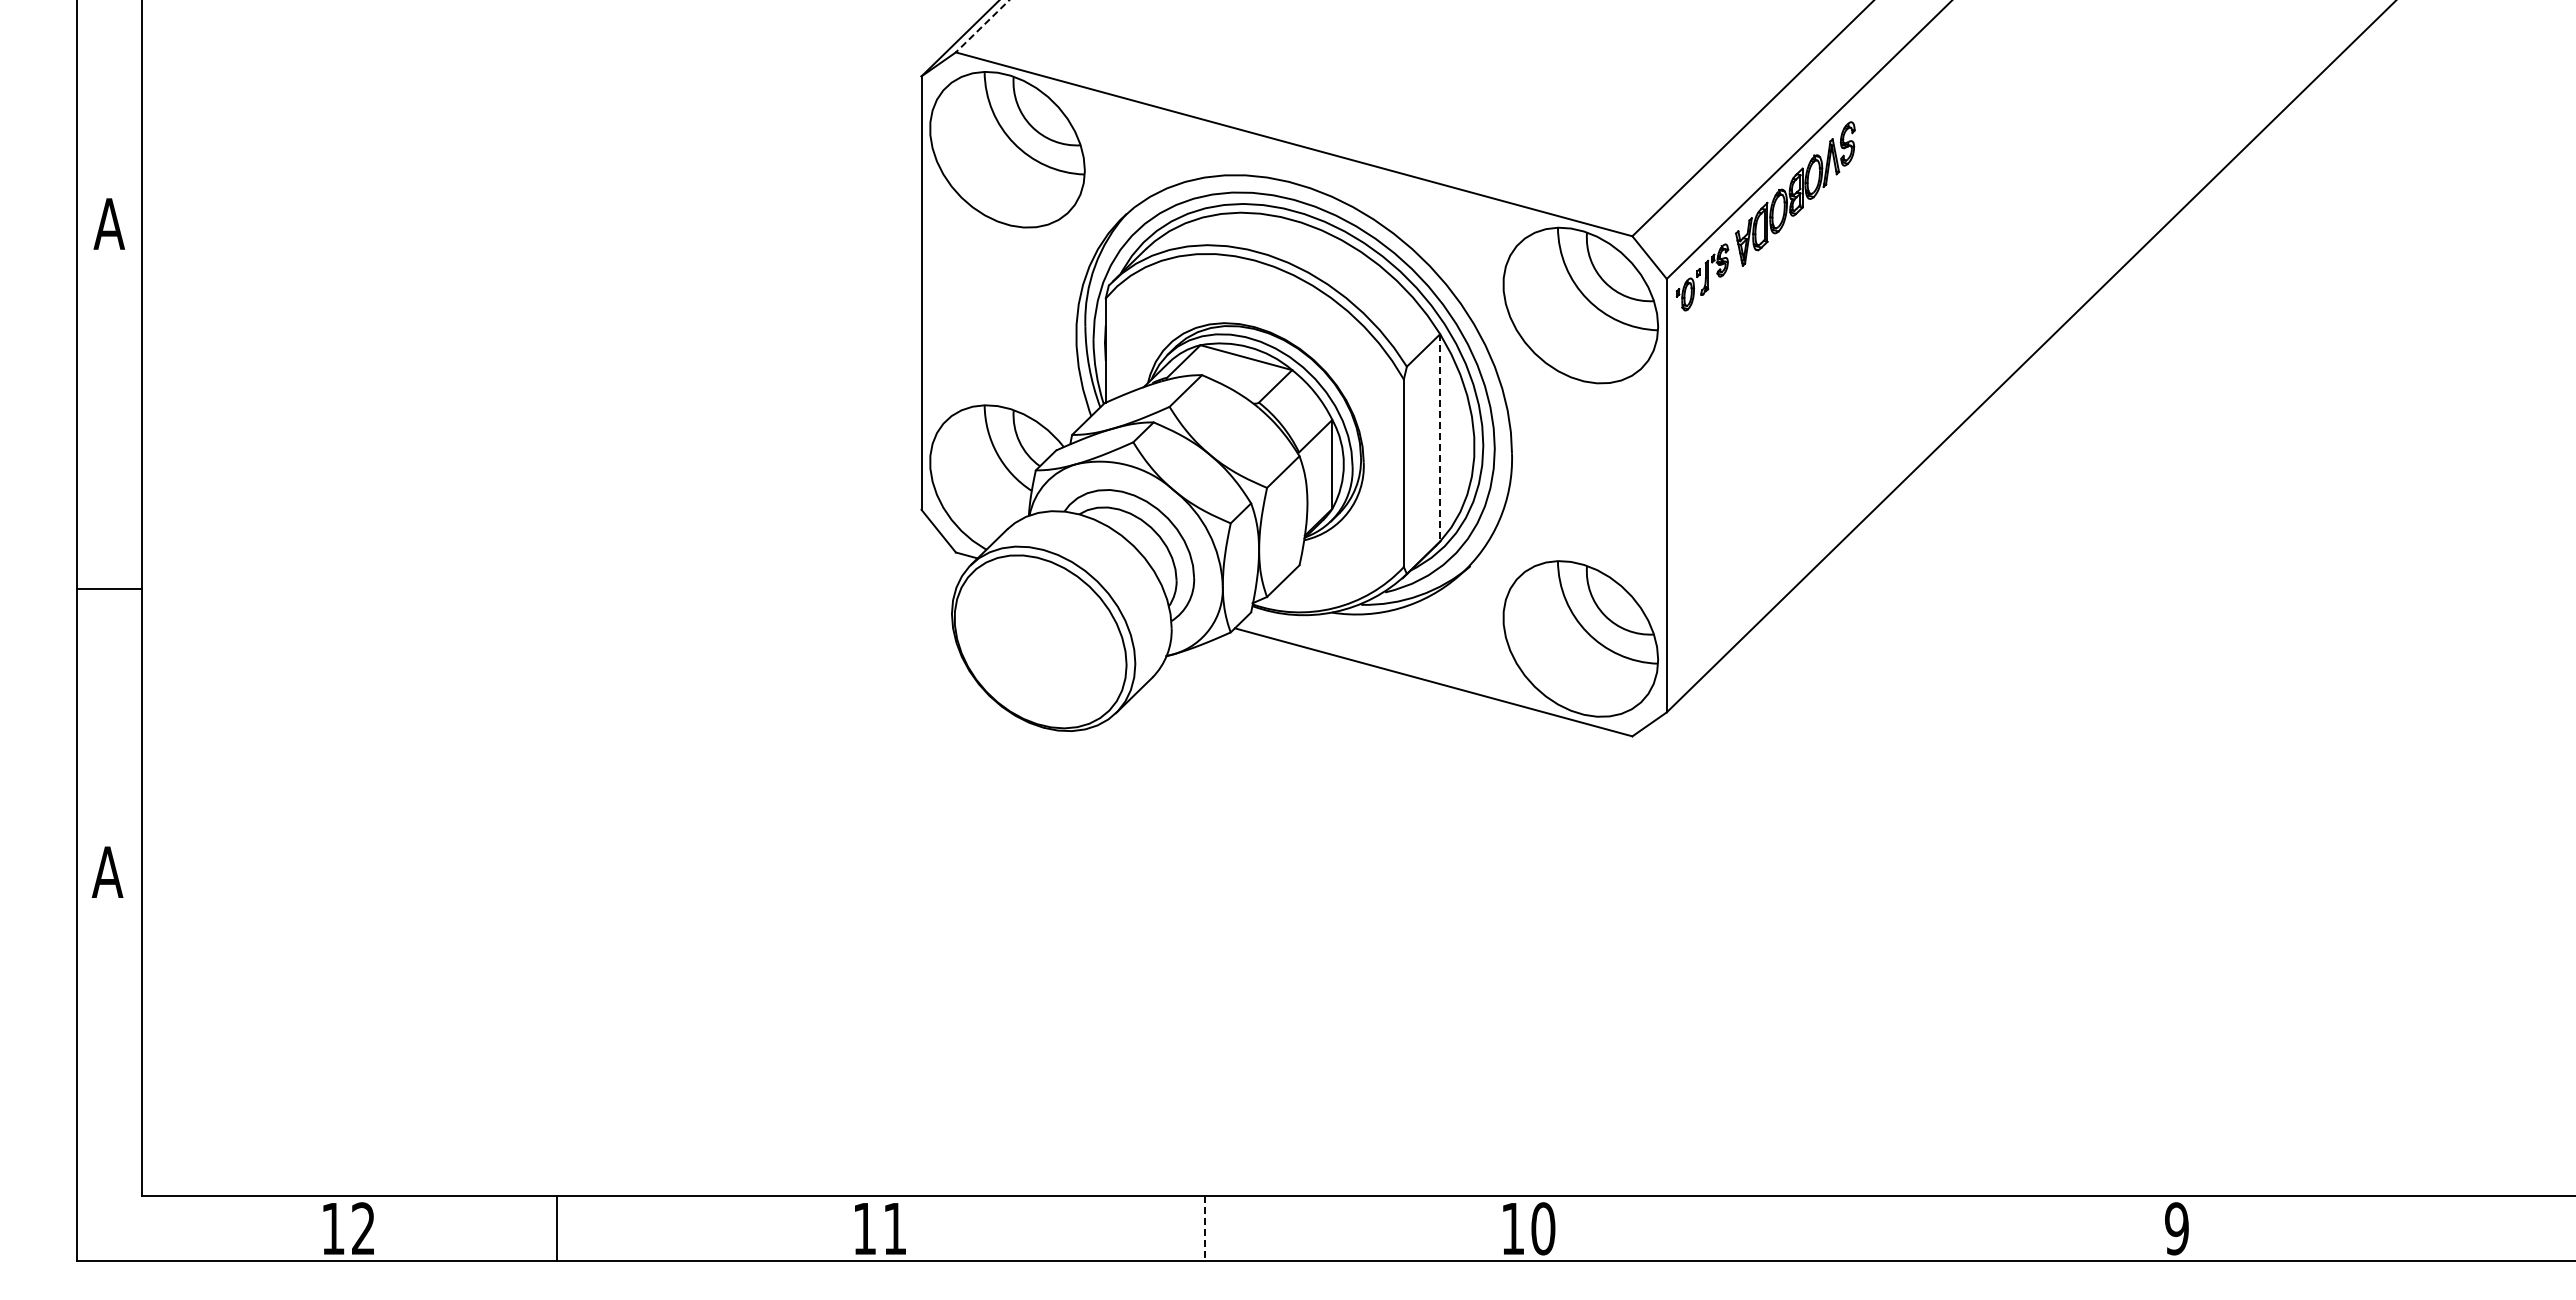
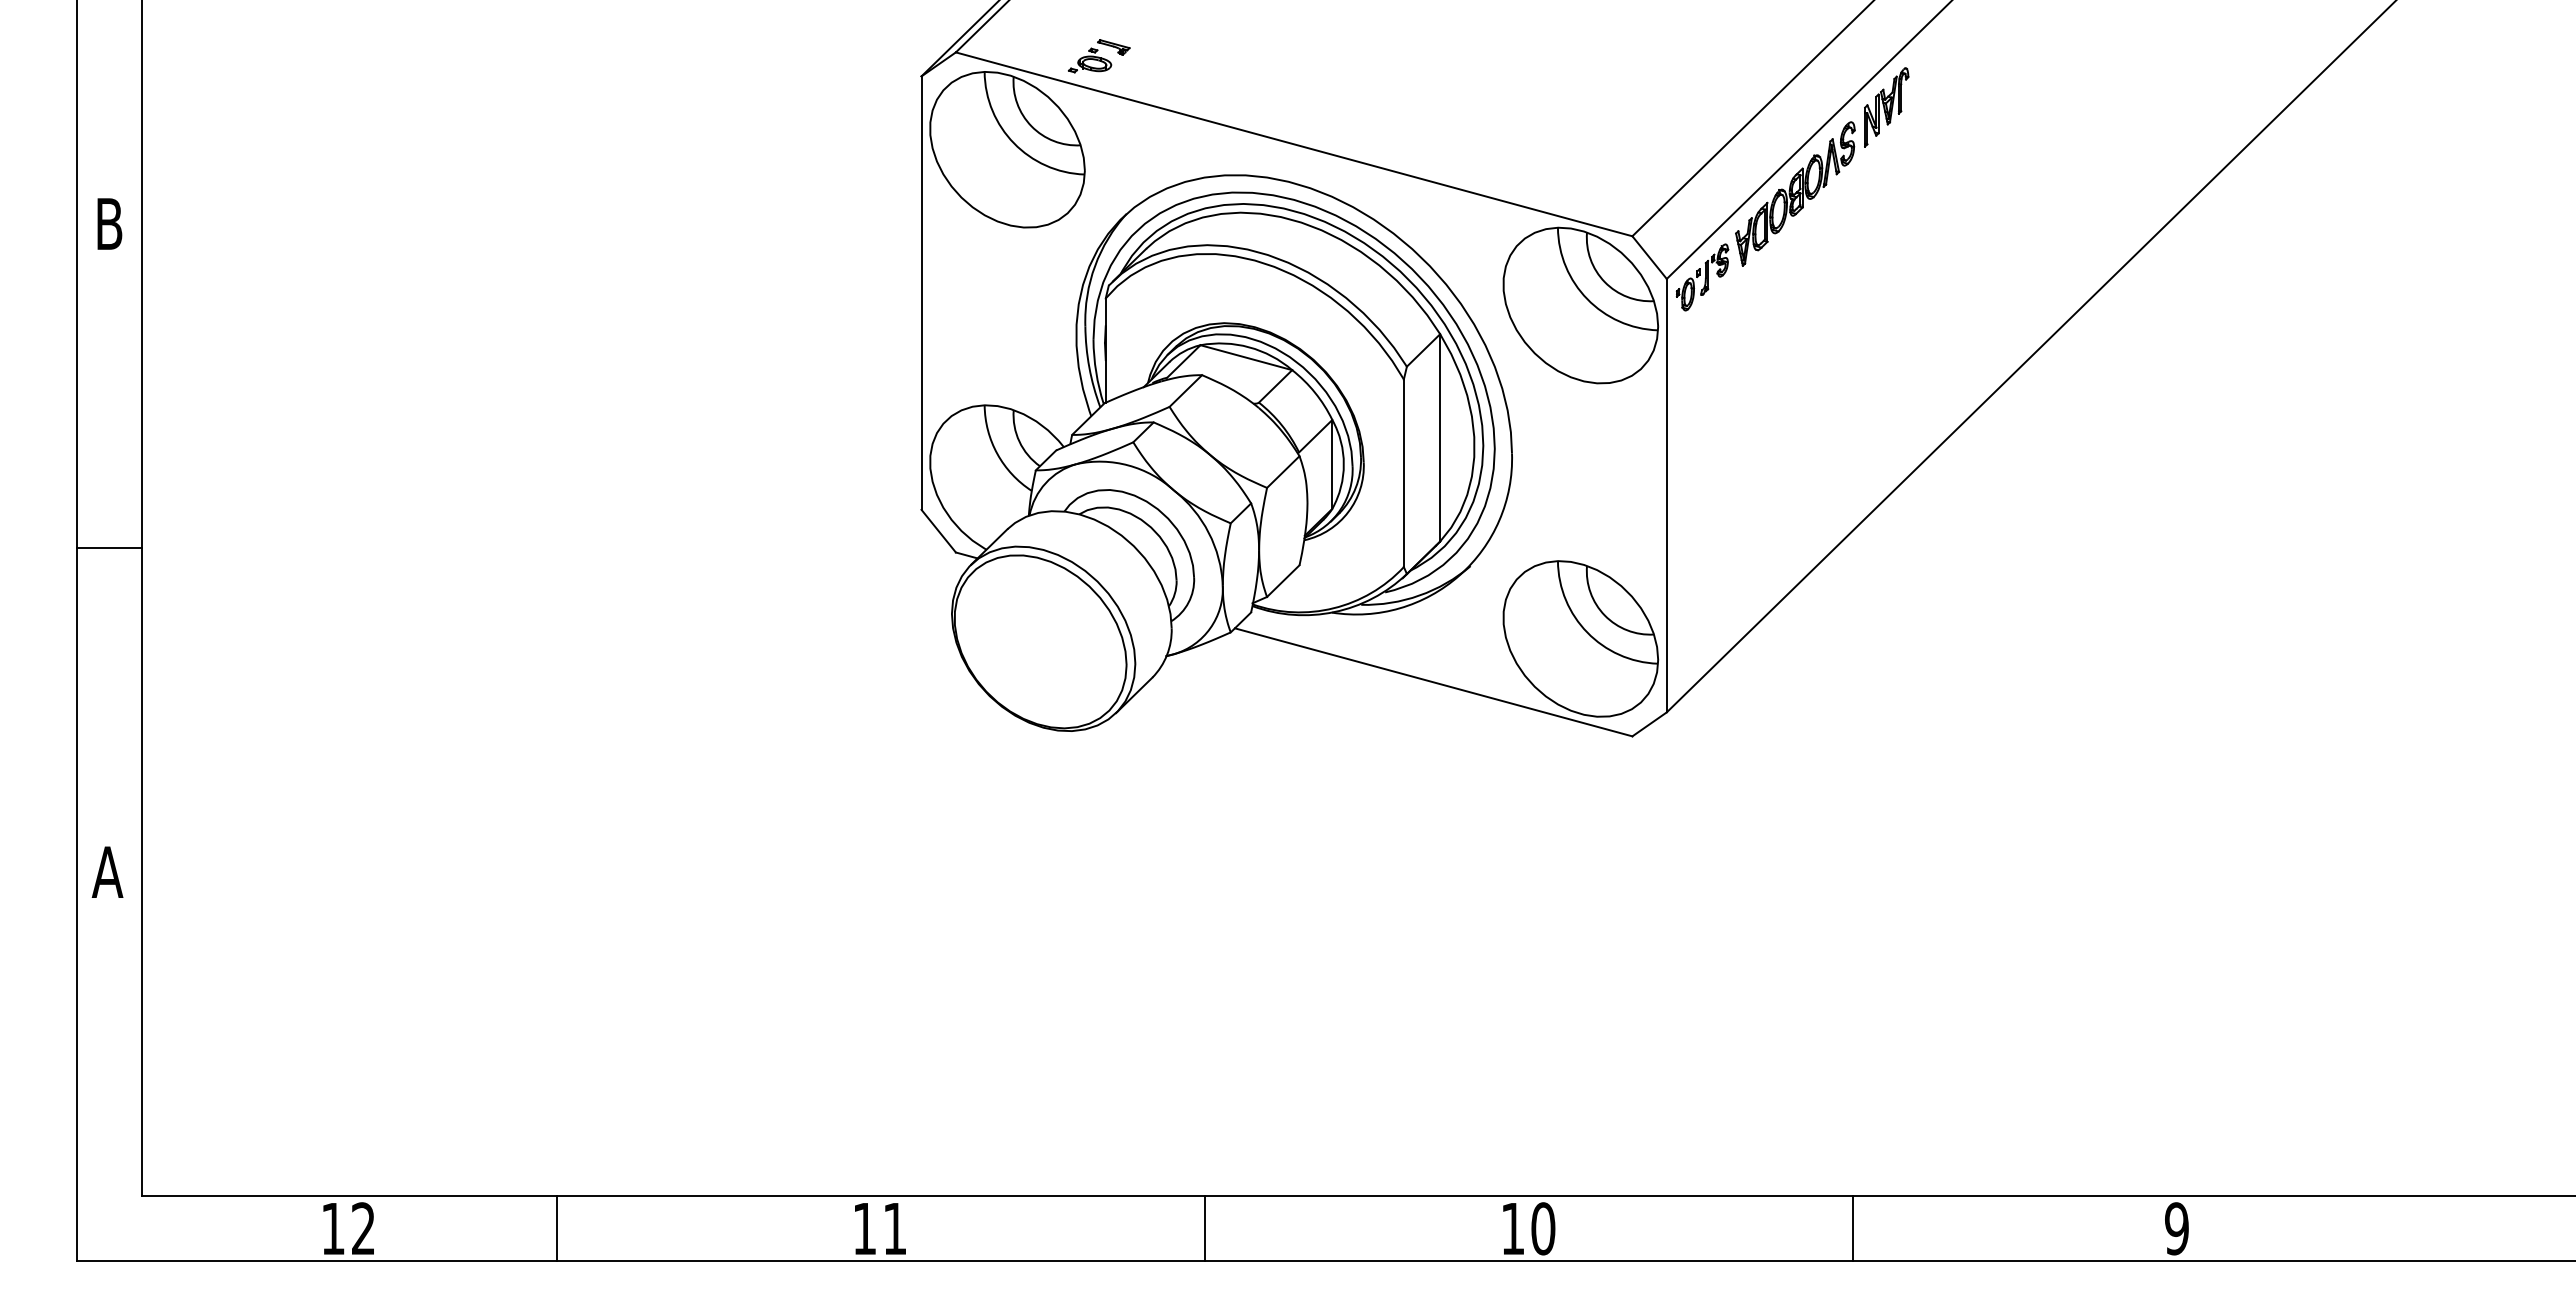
line at (982, 26): dashed -> solid
part at (1098, 56): none -> present
part at (1886, 107): none -> present
text at (109, 223): A -> B
line at (1440, 437): dashed -> solid
line at (109, 588) position: (109, 588) -> (109, 547)
line at (1853, 1228): none -> present
line at (1205, 1229): dashed -> solid
